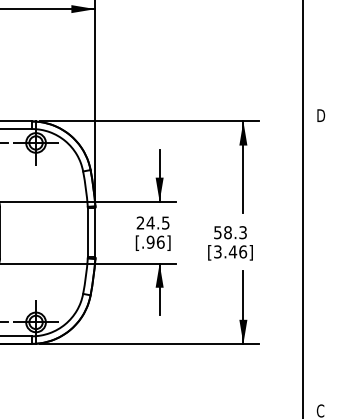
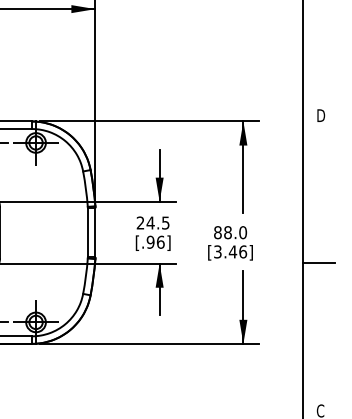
text at (230, 232): 58.3 -> 88.0
line at (319, 263): none -> present
